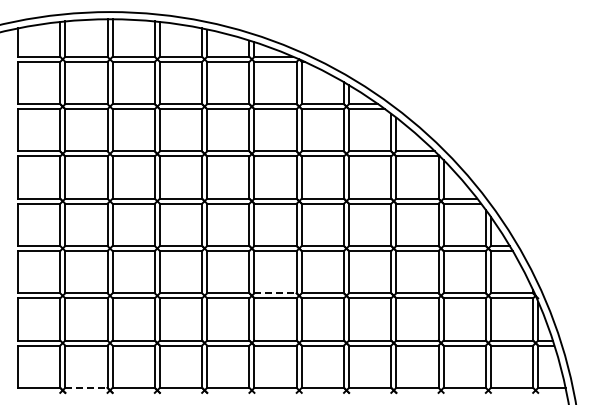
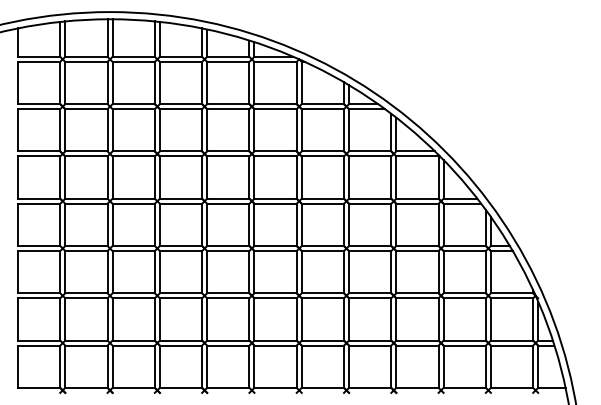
line at (276, 293): dashed -> solid
line at (86, 387): dashed -> solid
